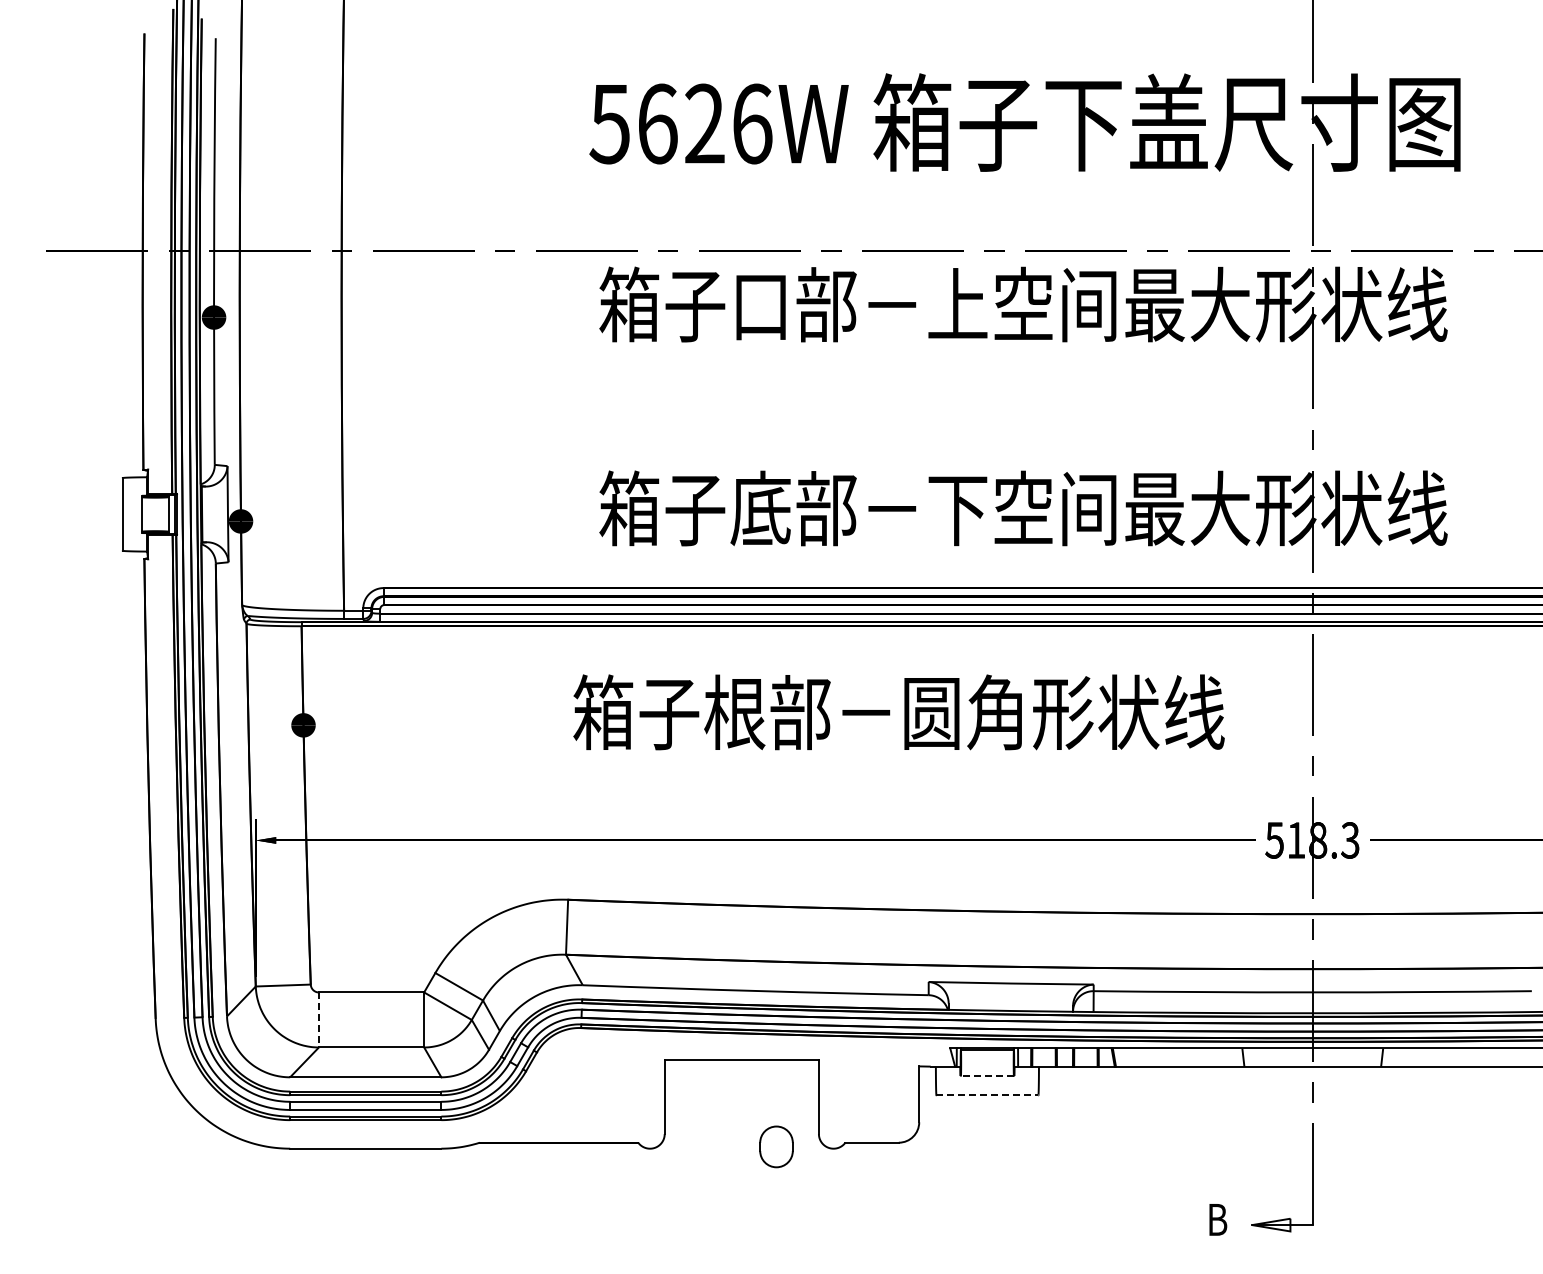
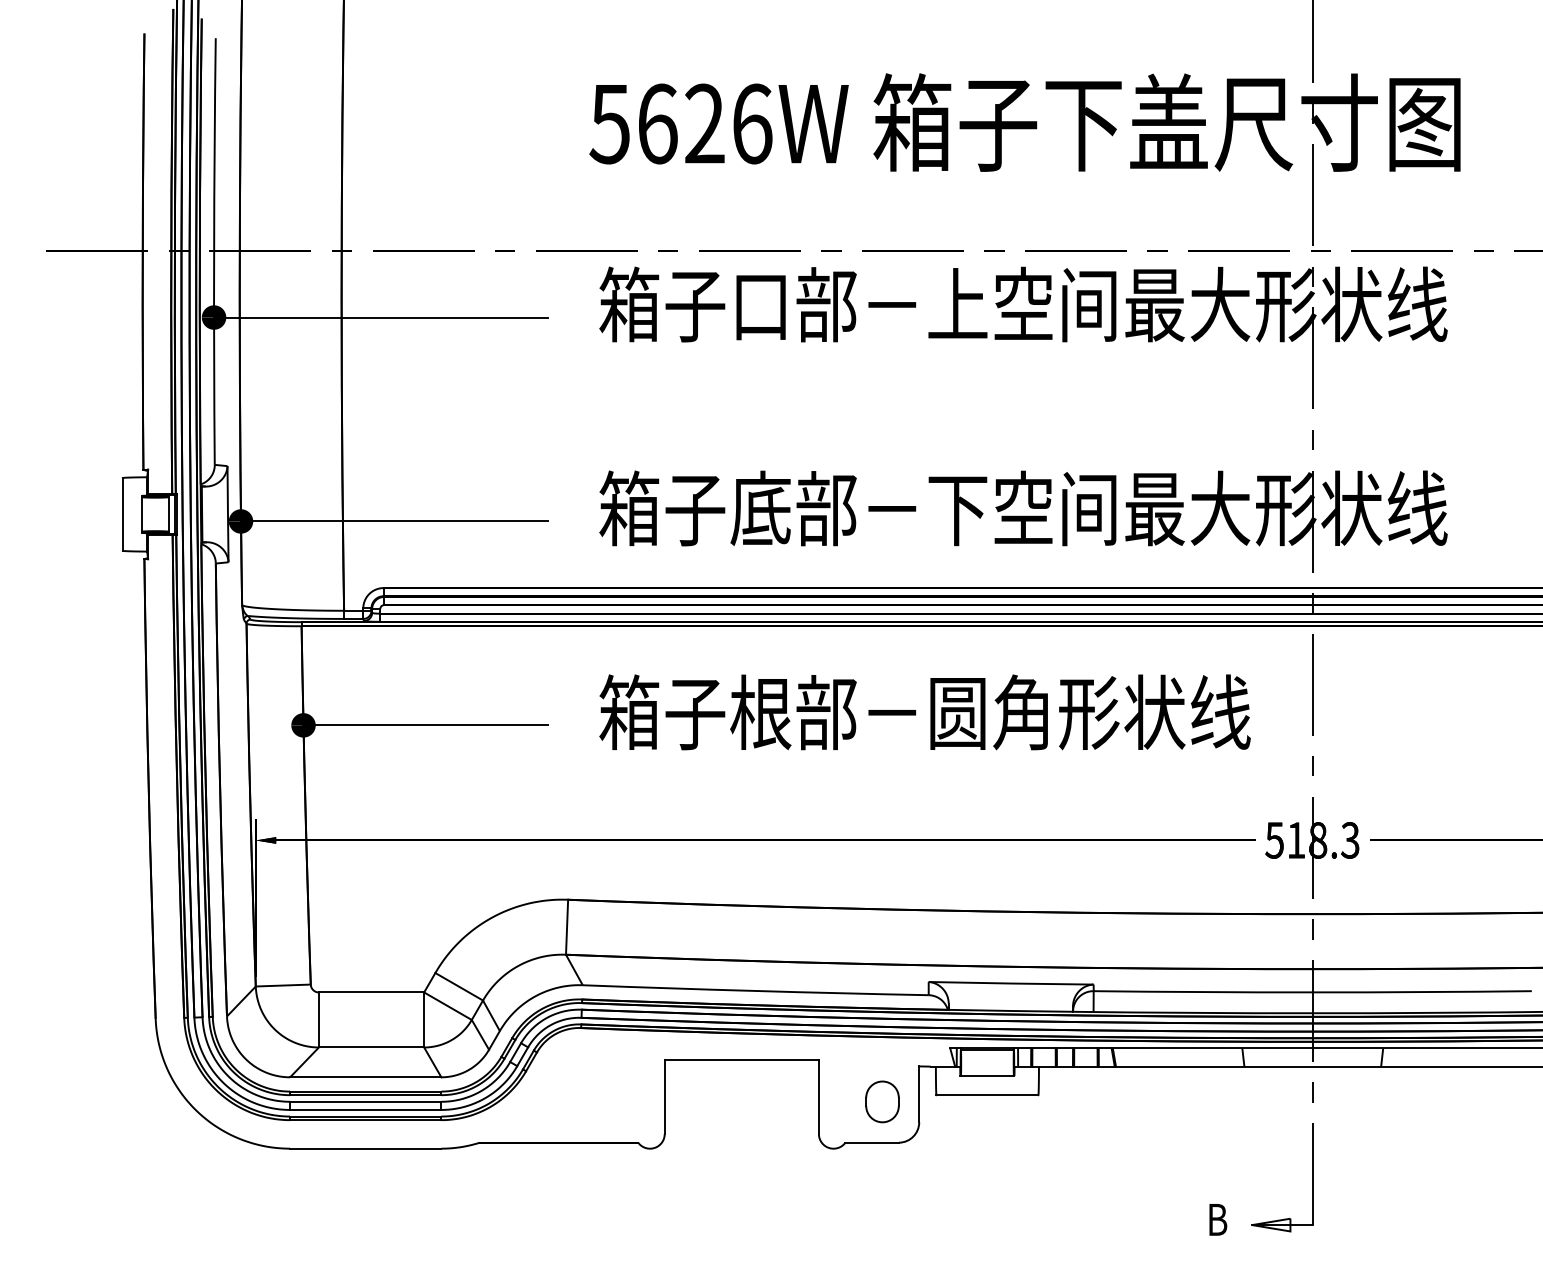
line at (380, 317): none -> present
line at (394, 521): none -> present
text at (898, 712) position: (898, 712) -> (924, 712)
line at (425, 725): none -> present
line at (318, 1019): dashed -> solid
line at (986, 1076): dashed -> solid
line at (987, 1095): dashed -> solid
part at (776, 1146) position: (776, 1146) -> (882, 1101)
